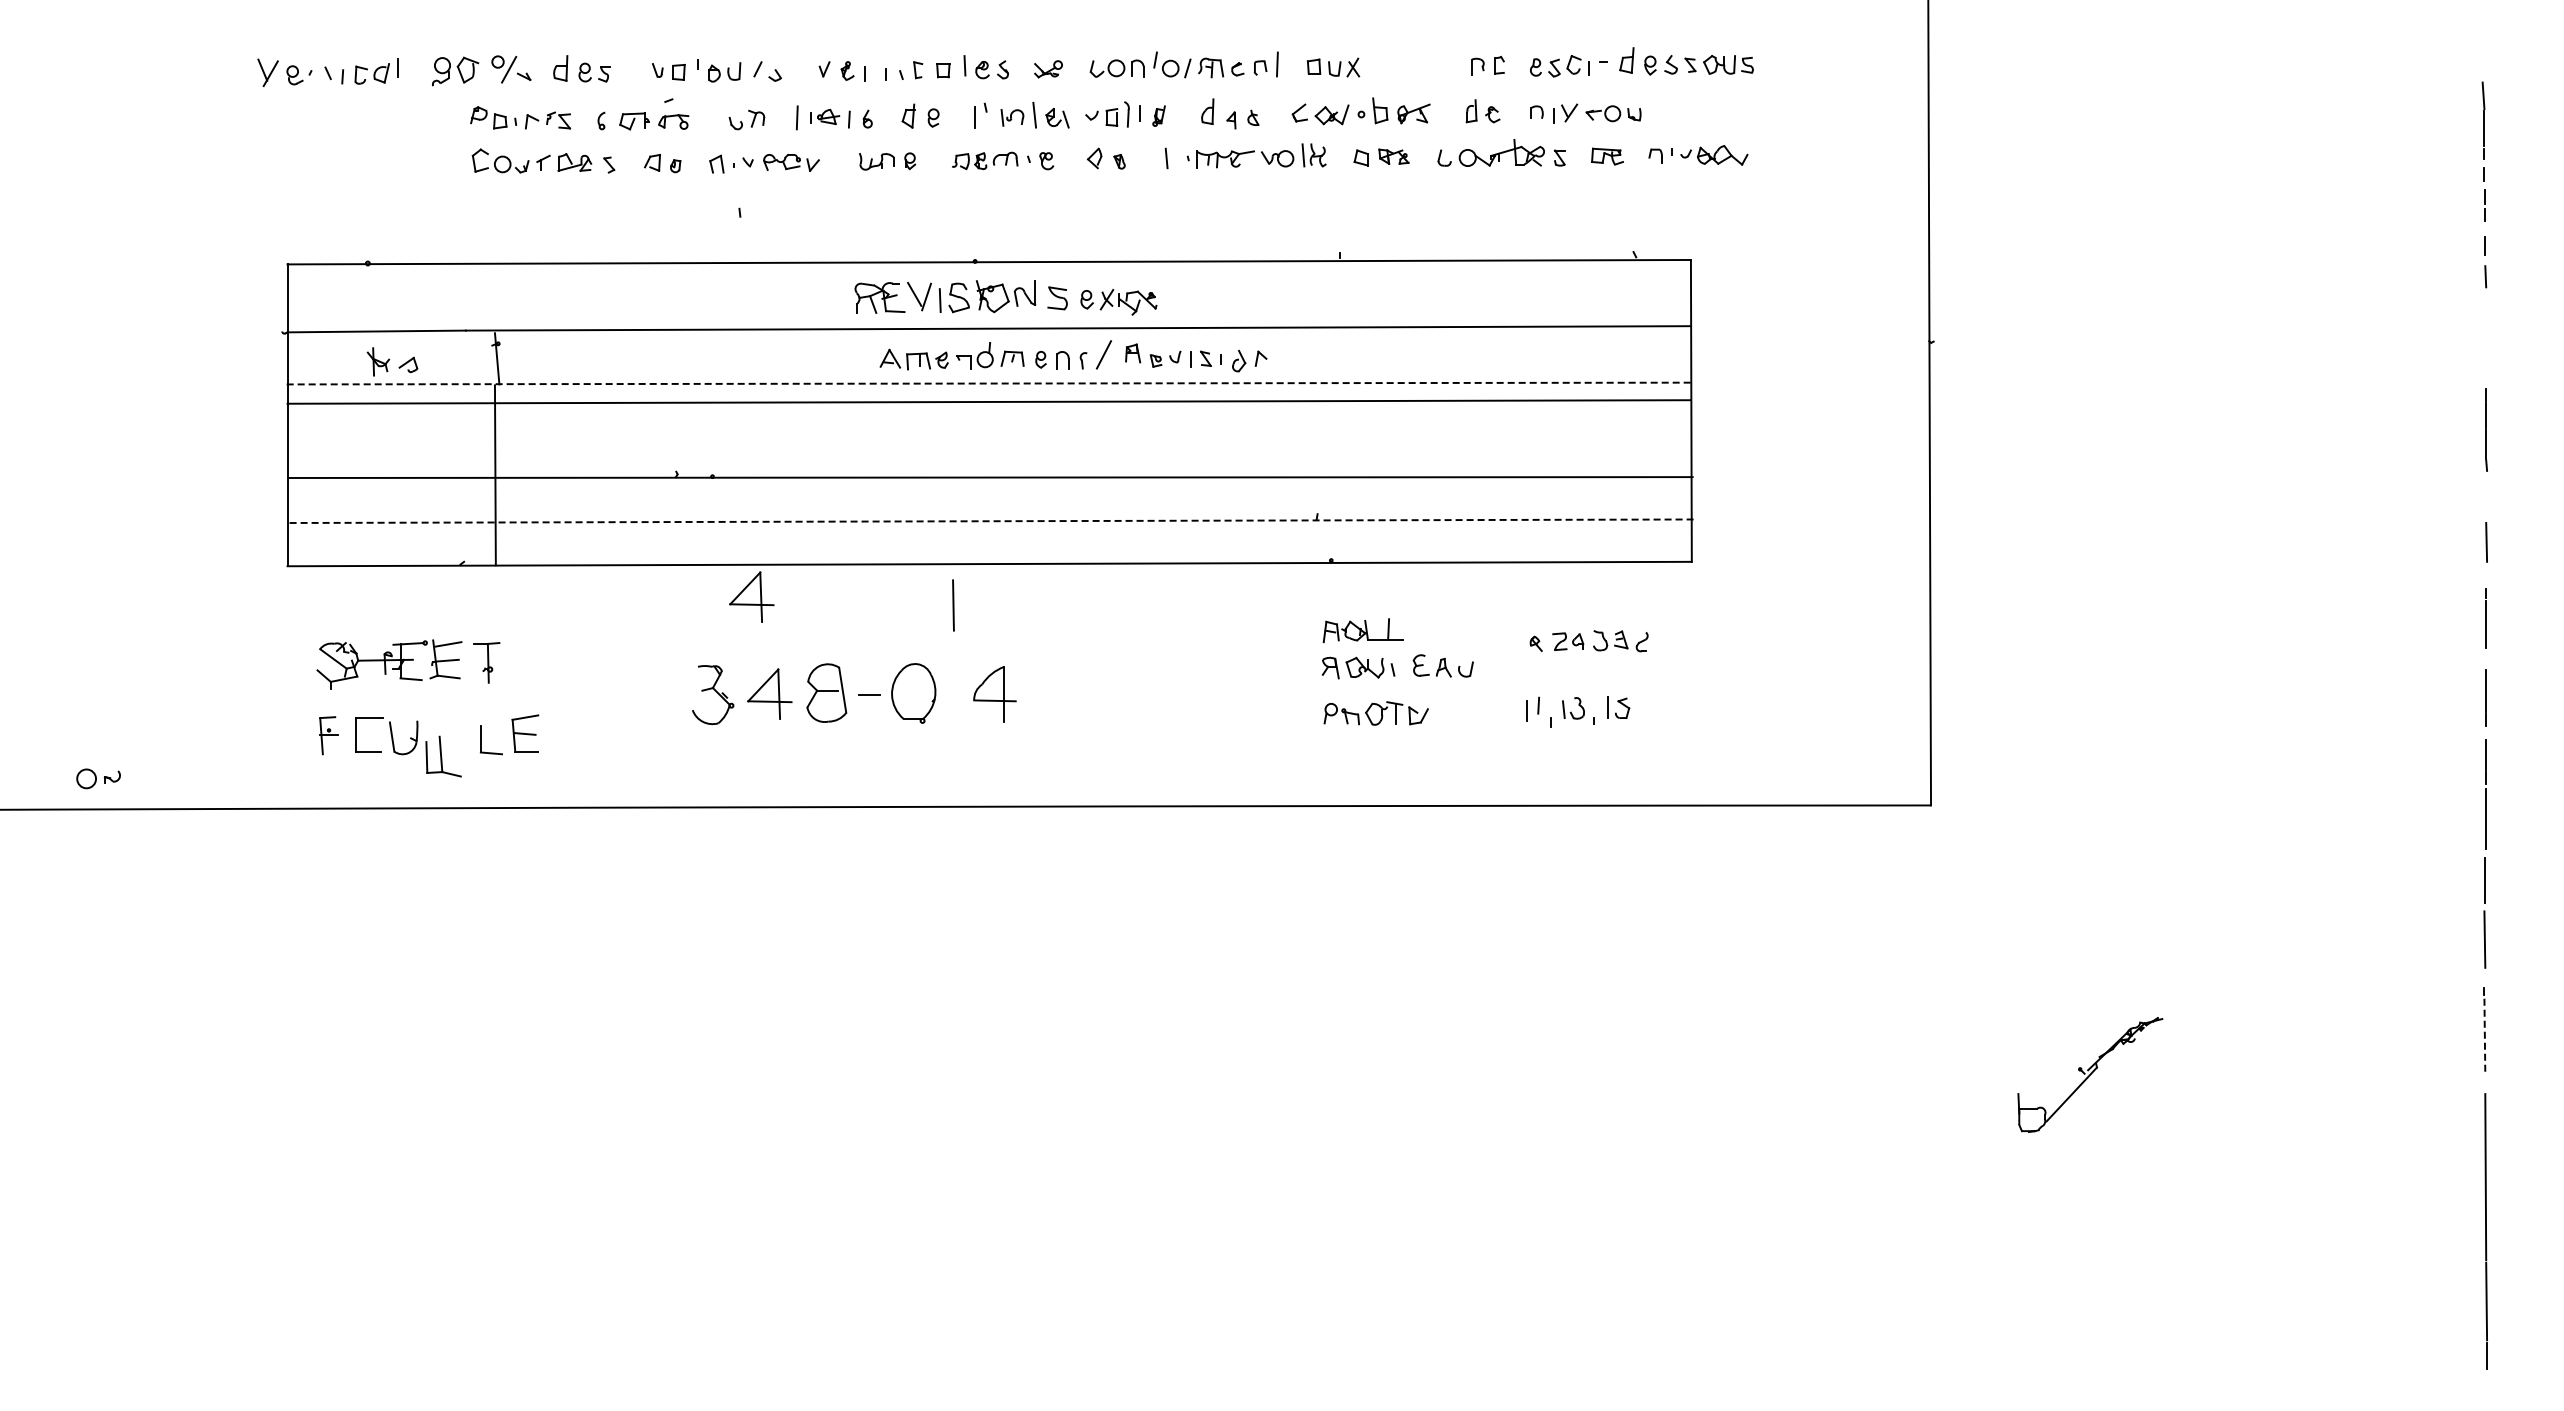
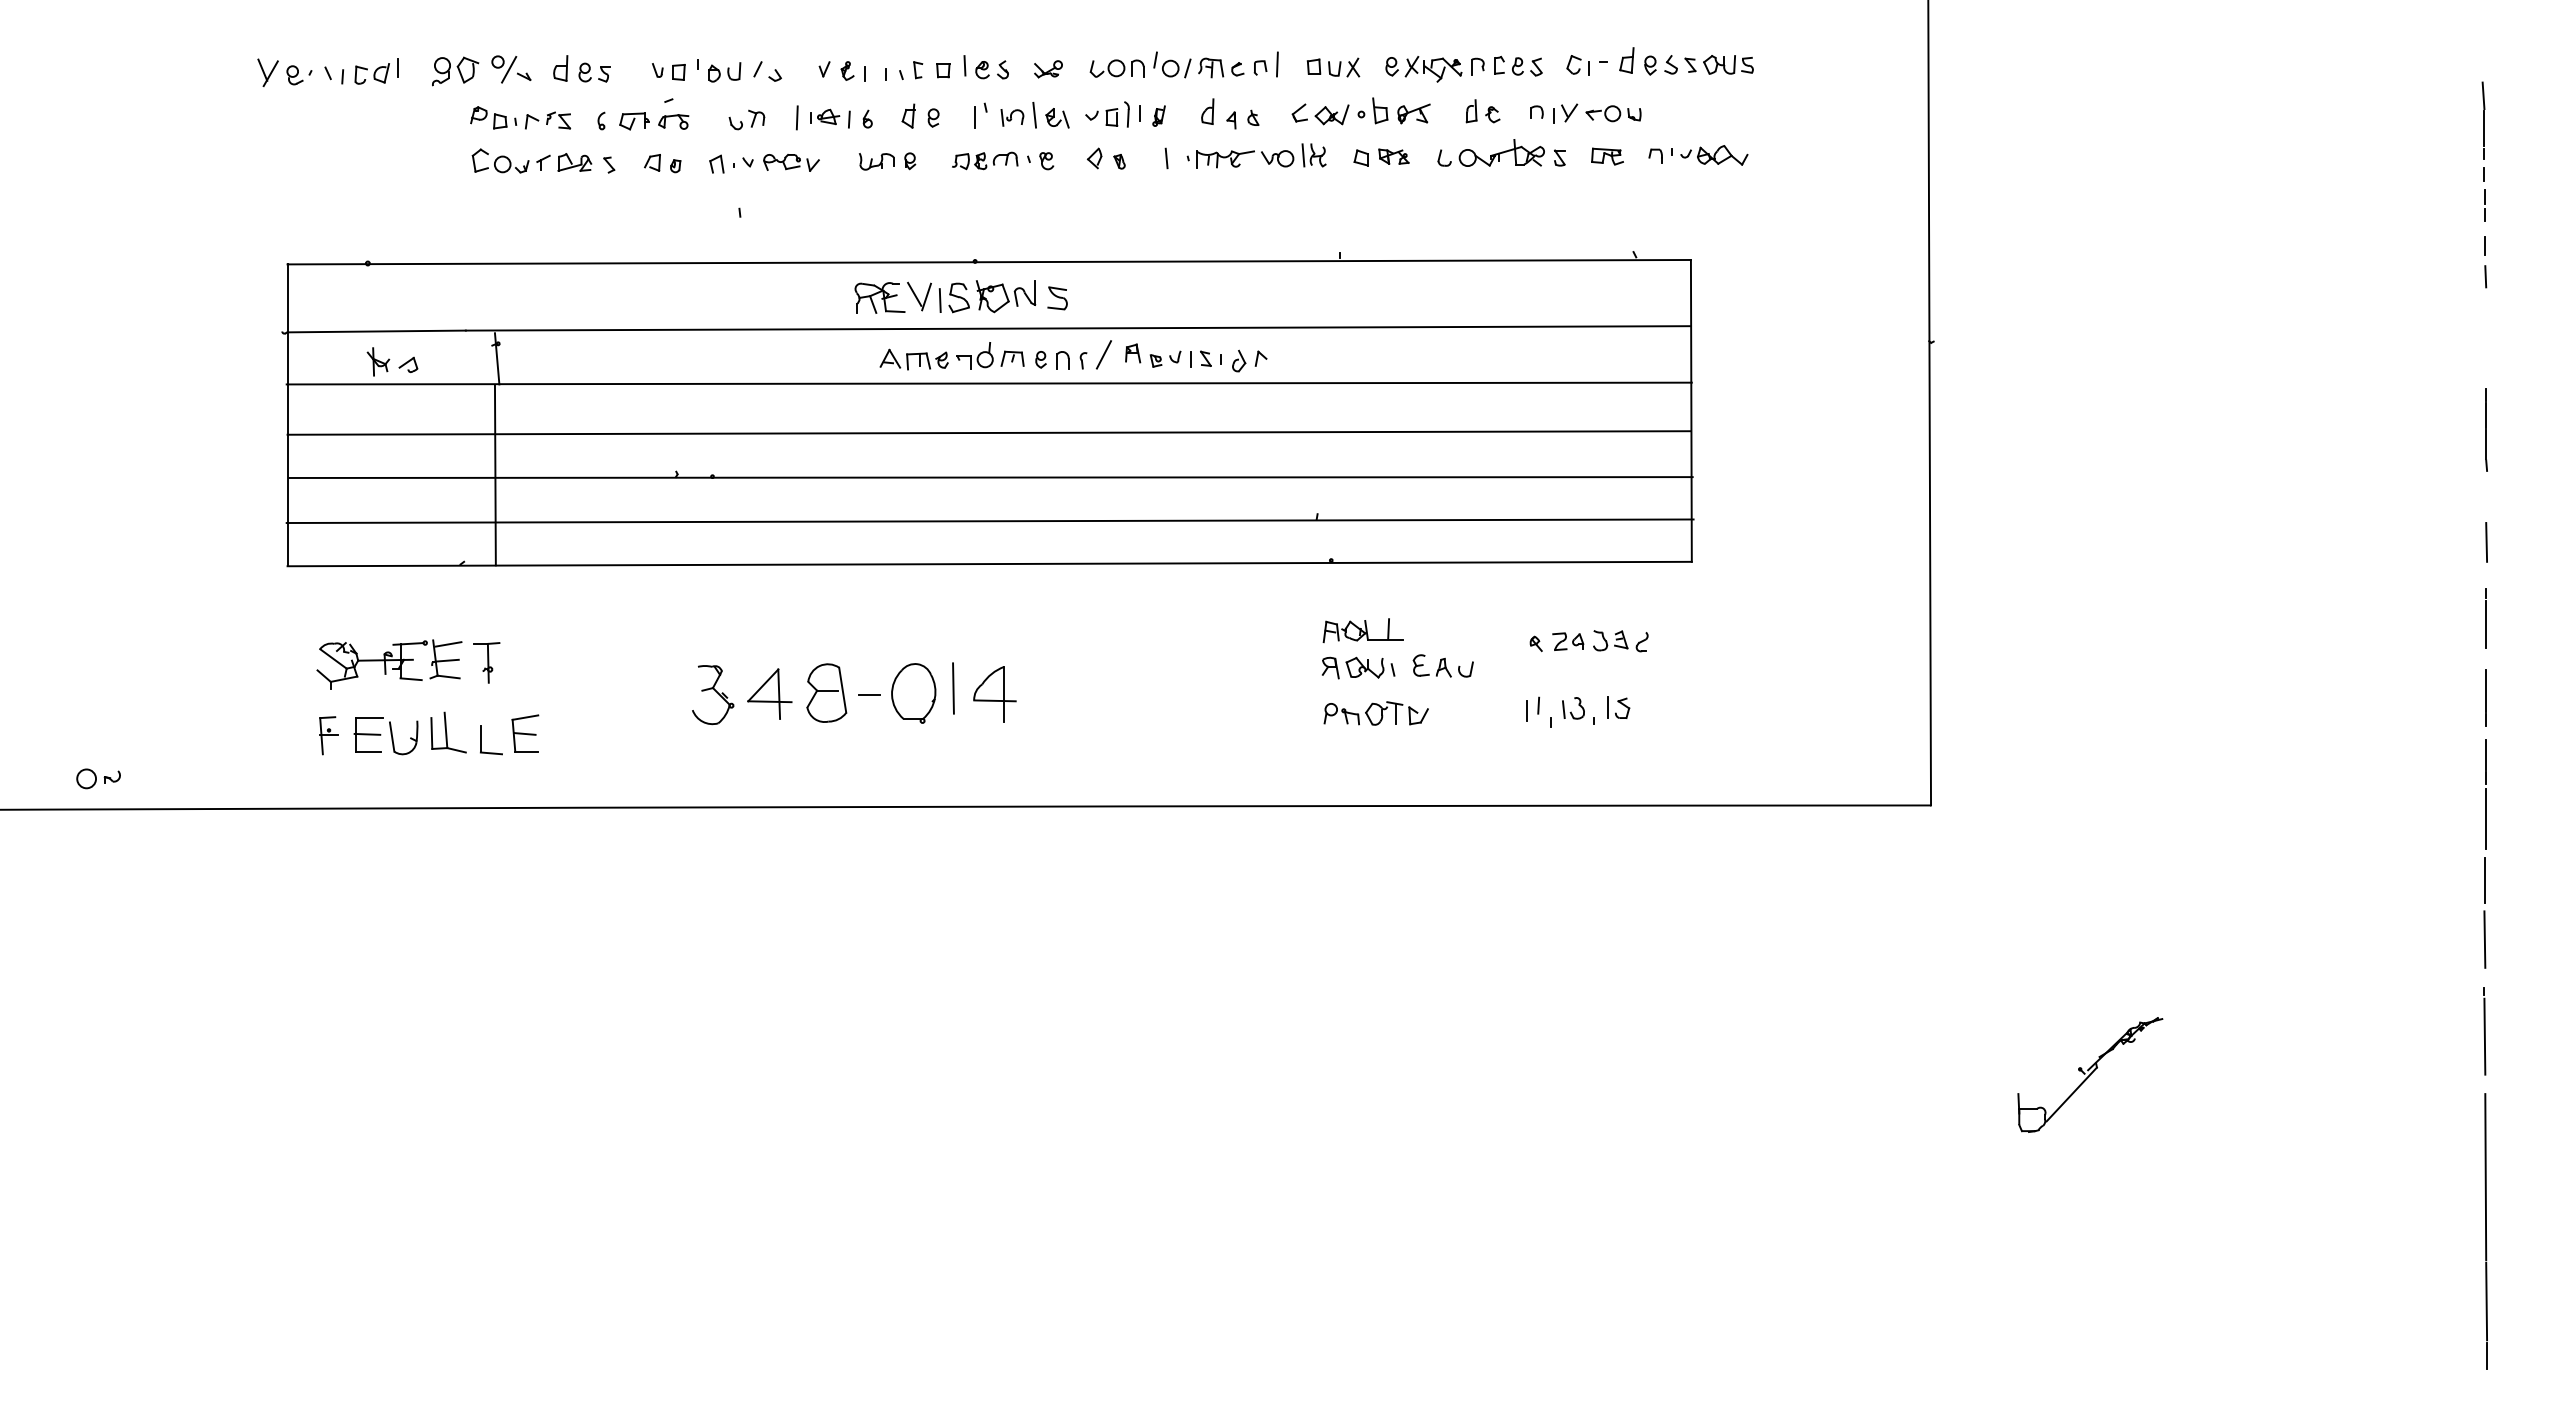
part at (1545, 67) position: (1545, 67) -> (1527, 66)
part at (1118, 302) position: (1118, 302) -> (1423, 69)
line at (989, 383): dashed -> solid
line at (988, 401) position: (988, 401) -> (988, 432)
line at (989, 521): dashed -> solid
part at (751, 596): present -> none
line at (953, 605) position: (953, 605) -> (953, 688)
line at (367, 733): none -> present
part at (443, 756) position: (443, 756) -> (448, 732)
line at (2484, 1036): dashed -> solid
